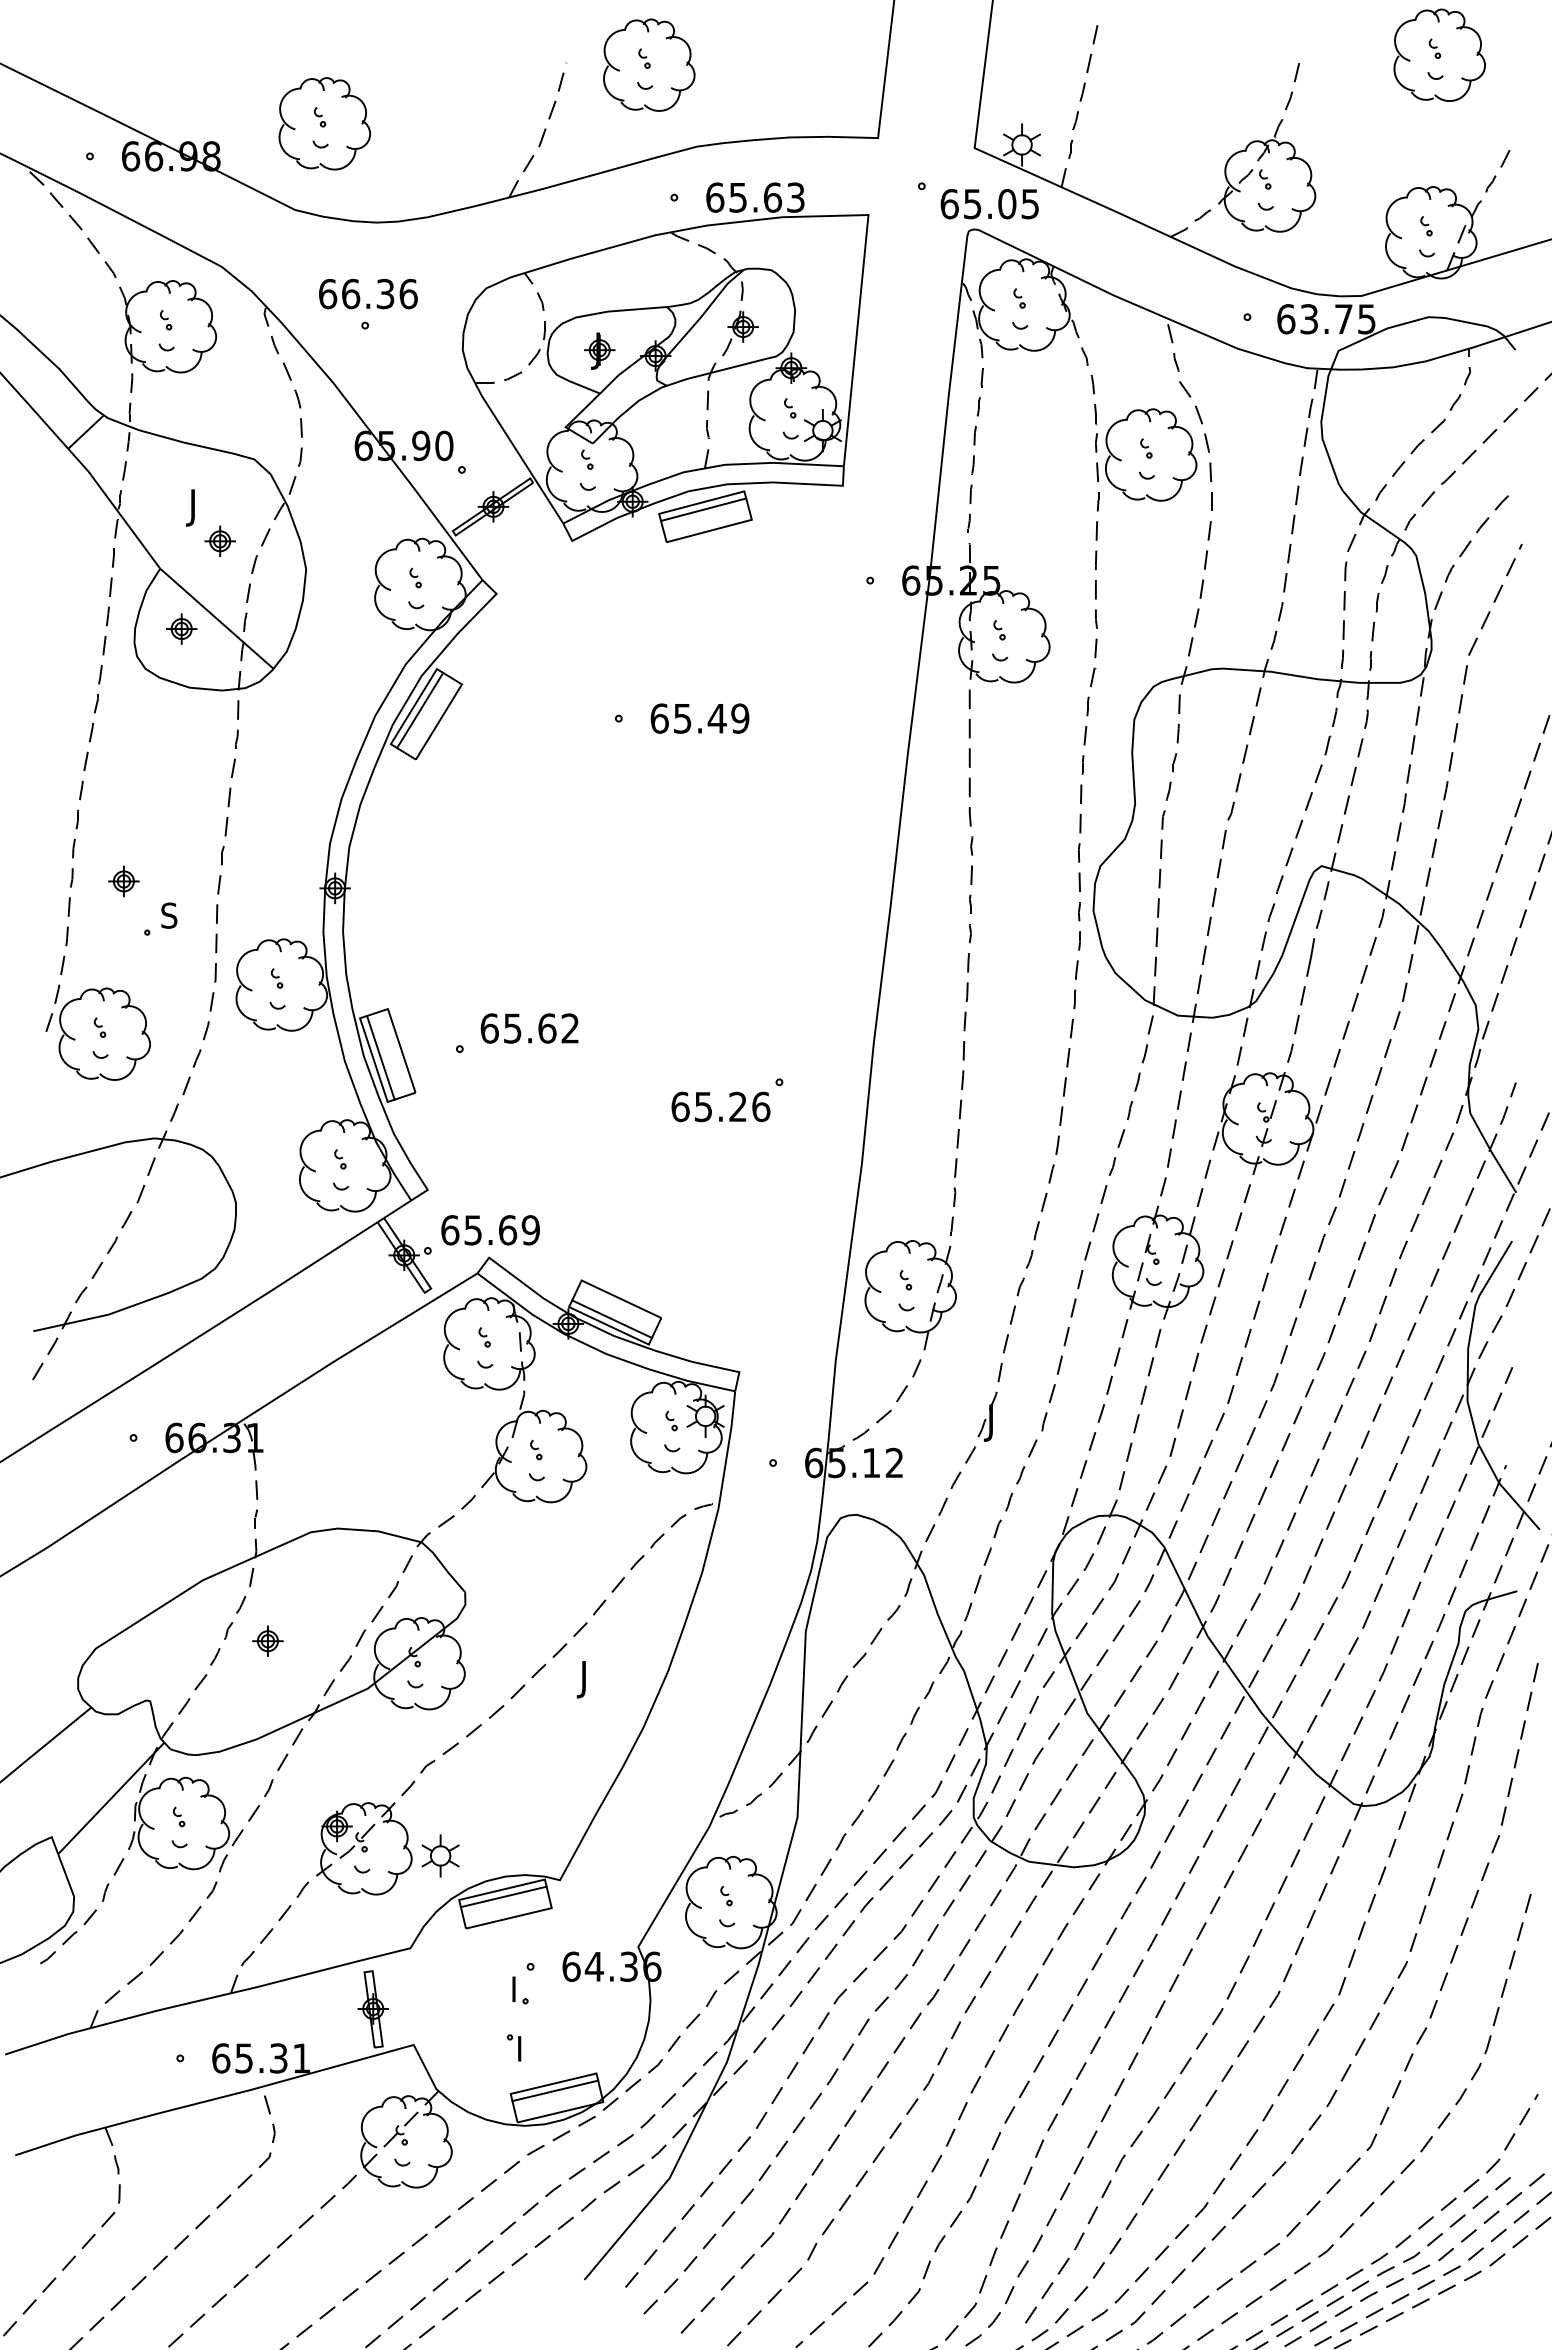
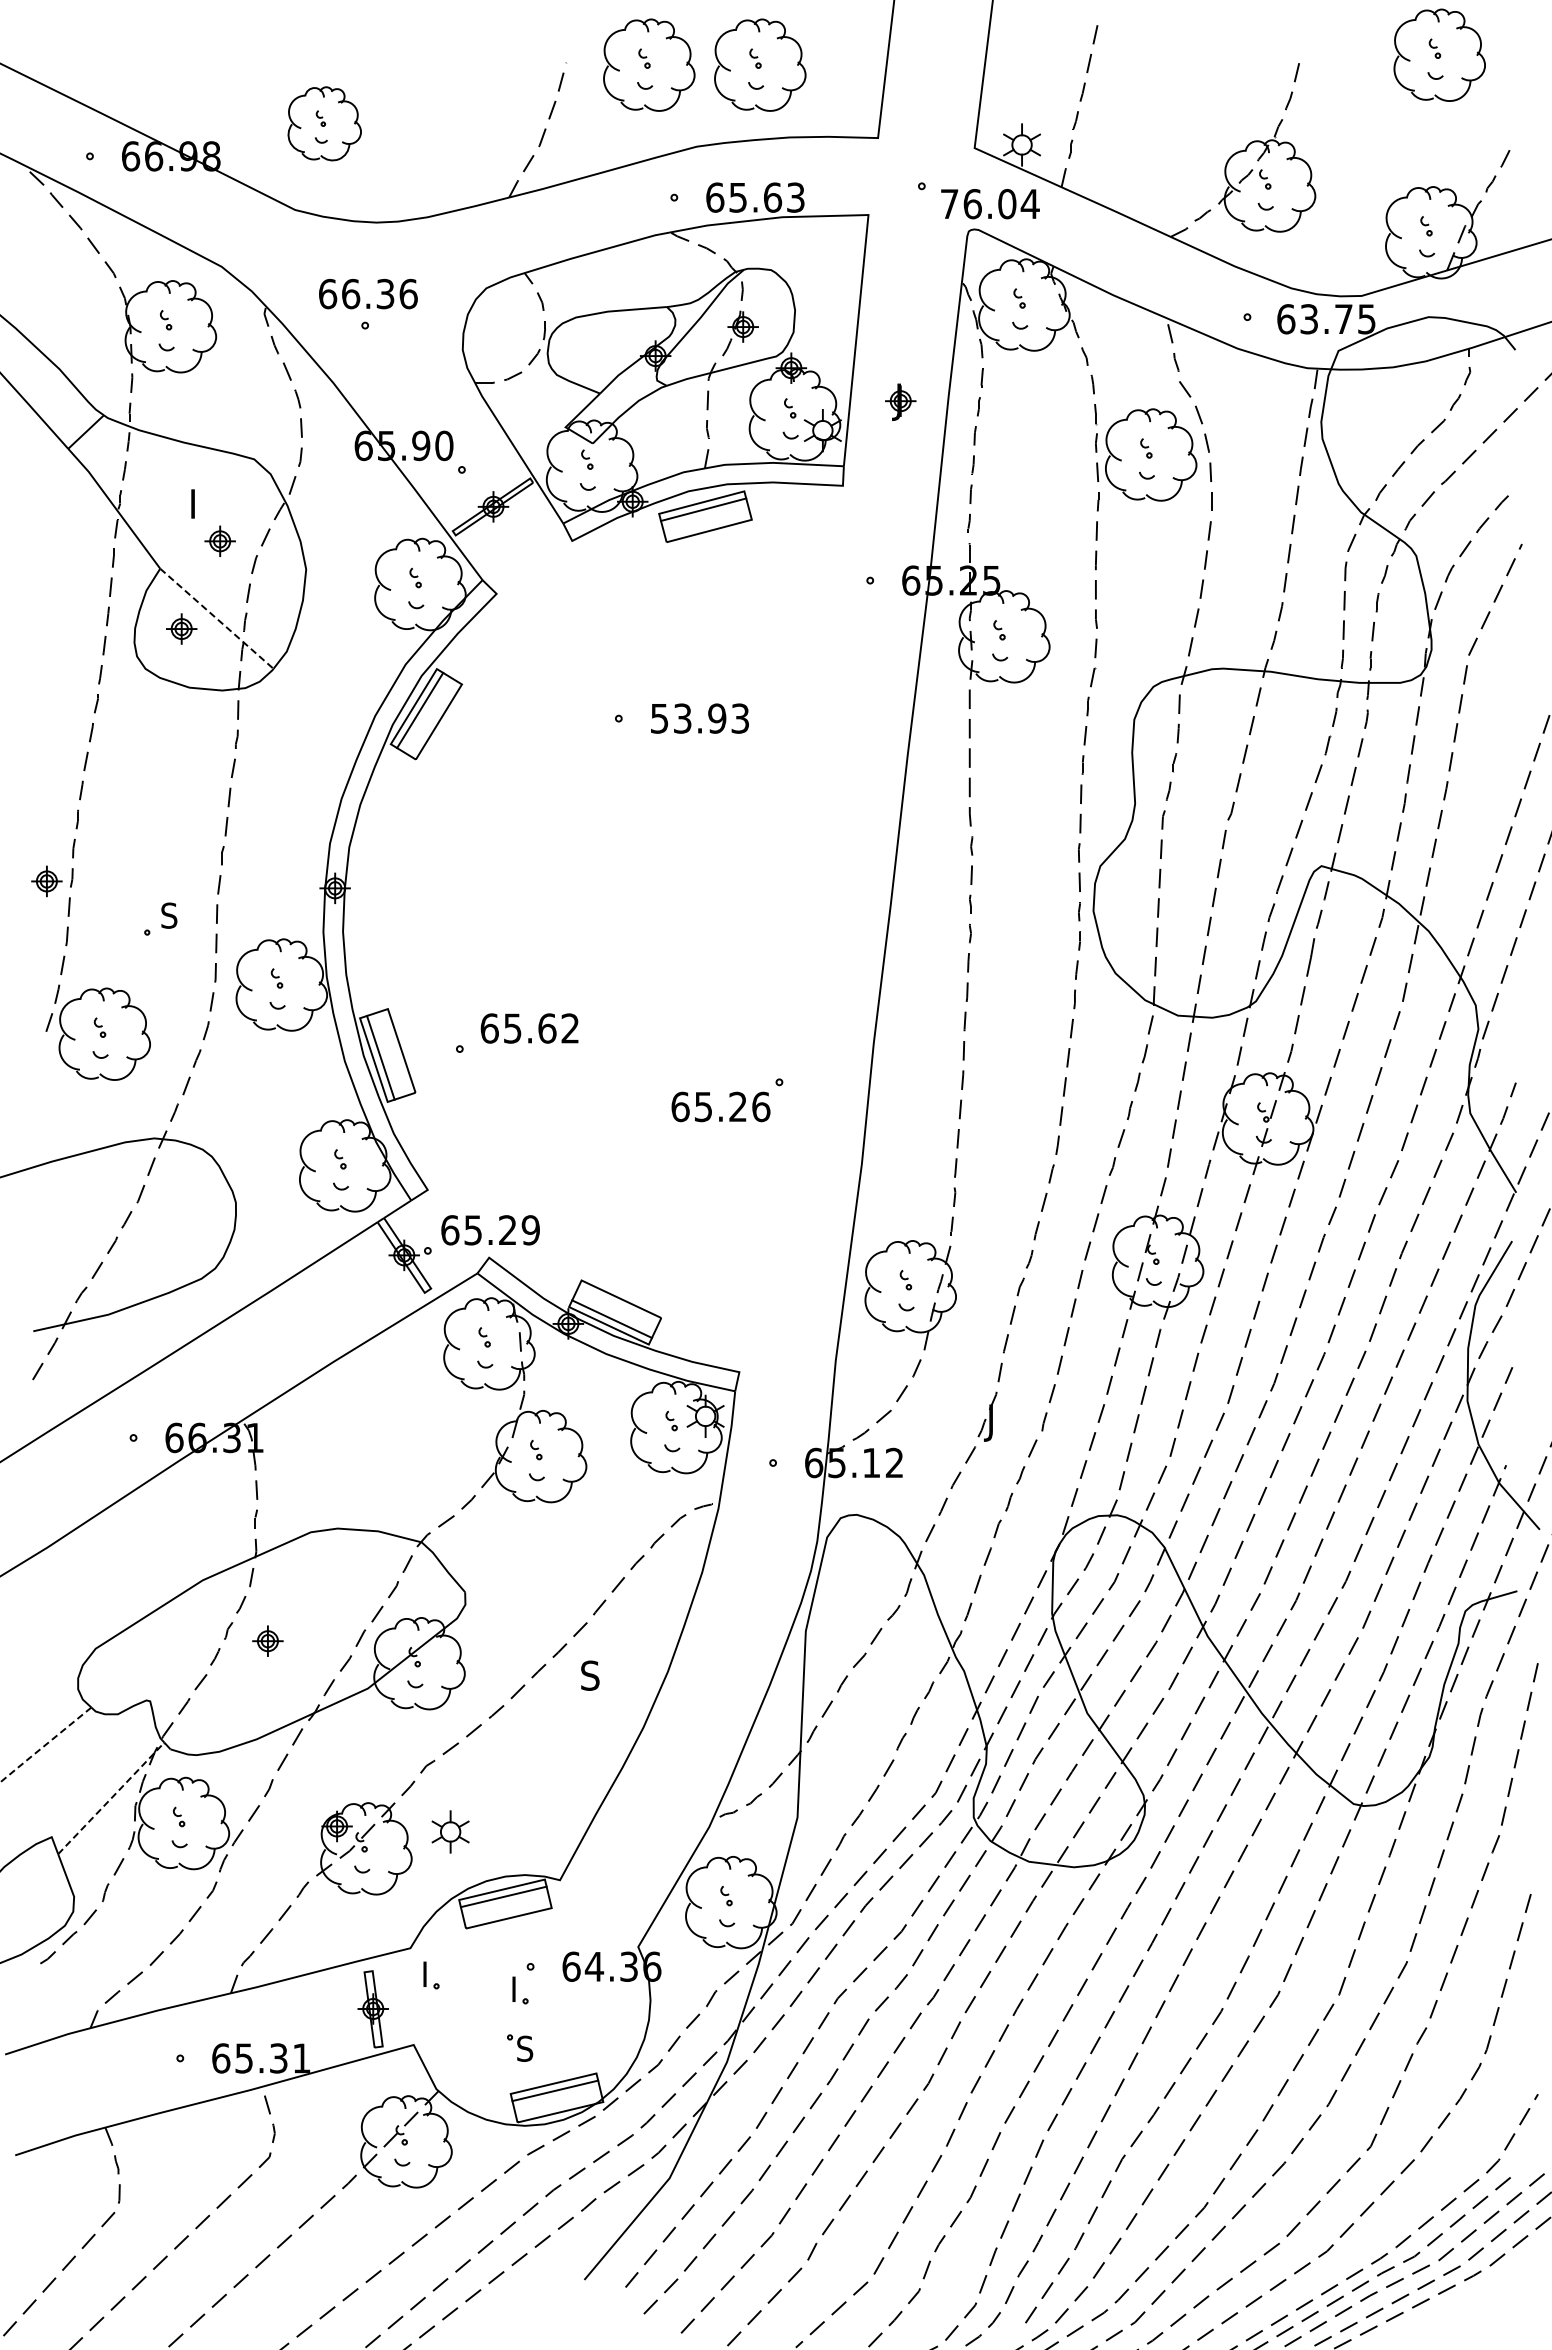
part at (760, 64): none -> present
part at (324, 123) size: 93x94 px -> 75x76 px
text at (989, 204): 65.05 -> 76.04
part at (599, 350) position: (599, 350) -> (900, 401)
text at (189, 522): J -> I
line at (216, 618): solid -> dashed
text at (699, 718): 65.49 -> 53.93
part at (123, 881) position: (123, 881) -> (46, 881)
text at (508, 1230): 65.69 -> 65.29
text at (587, 1679): J -> S
line at (45, 1745): solid -> dashed
line at (110, 1798): solid -> dashed
part at (440, 1855) position: (440, 1855) -> (450, 1831)
part at (431, 1975): none -> present
text at (525, 2048): I -> S
